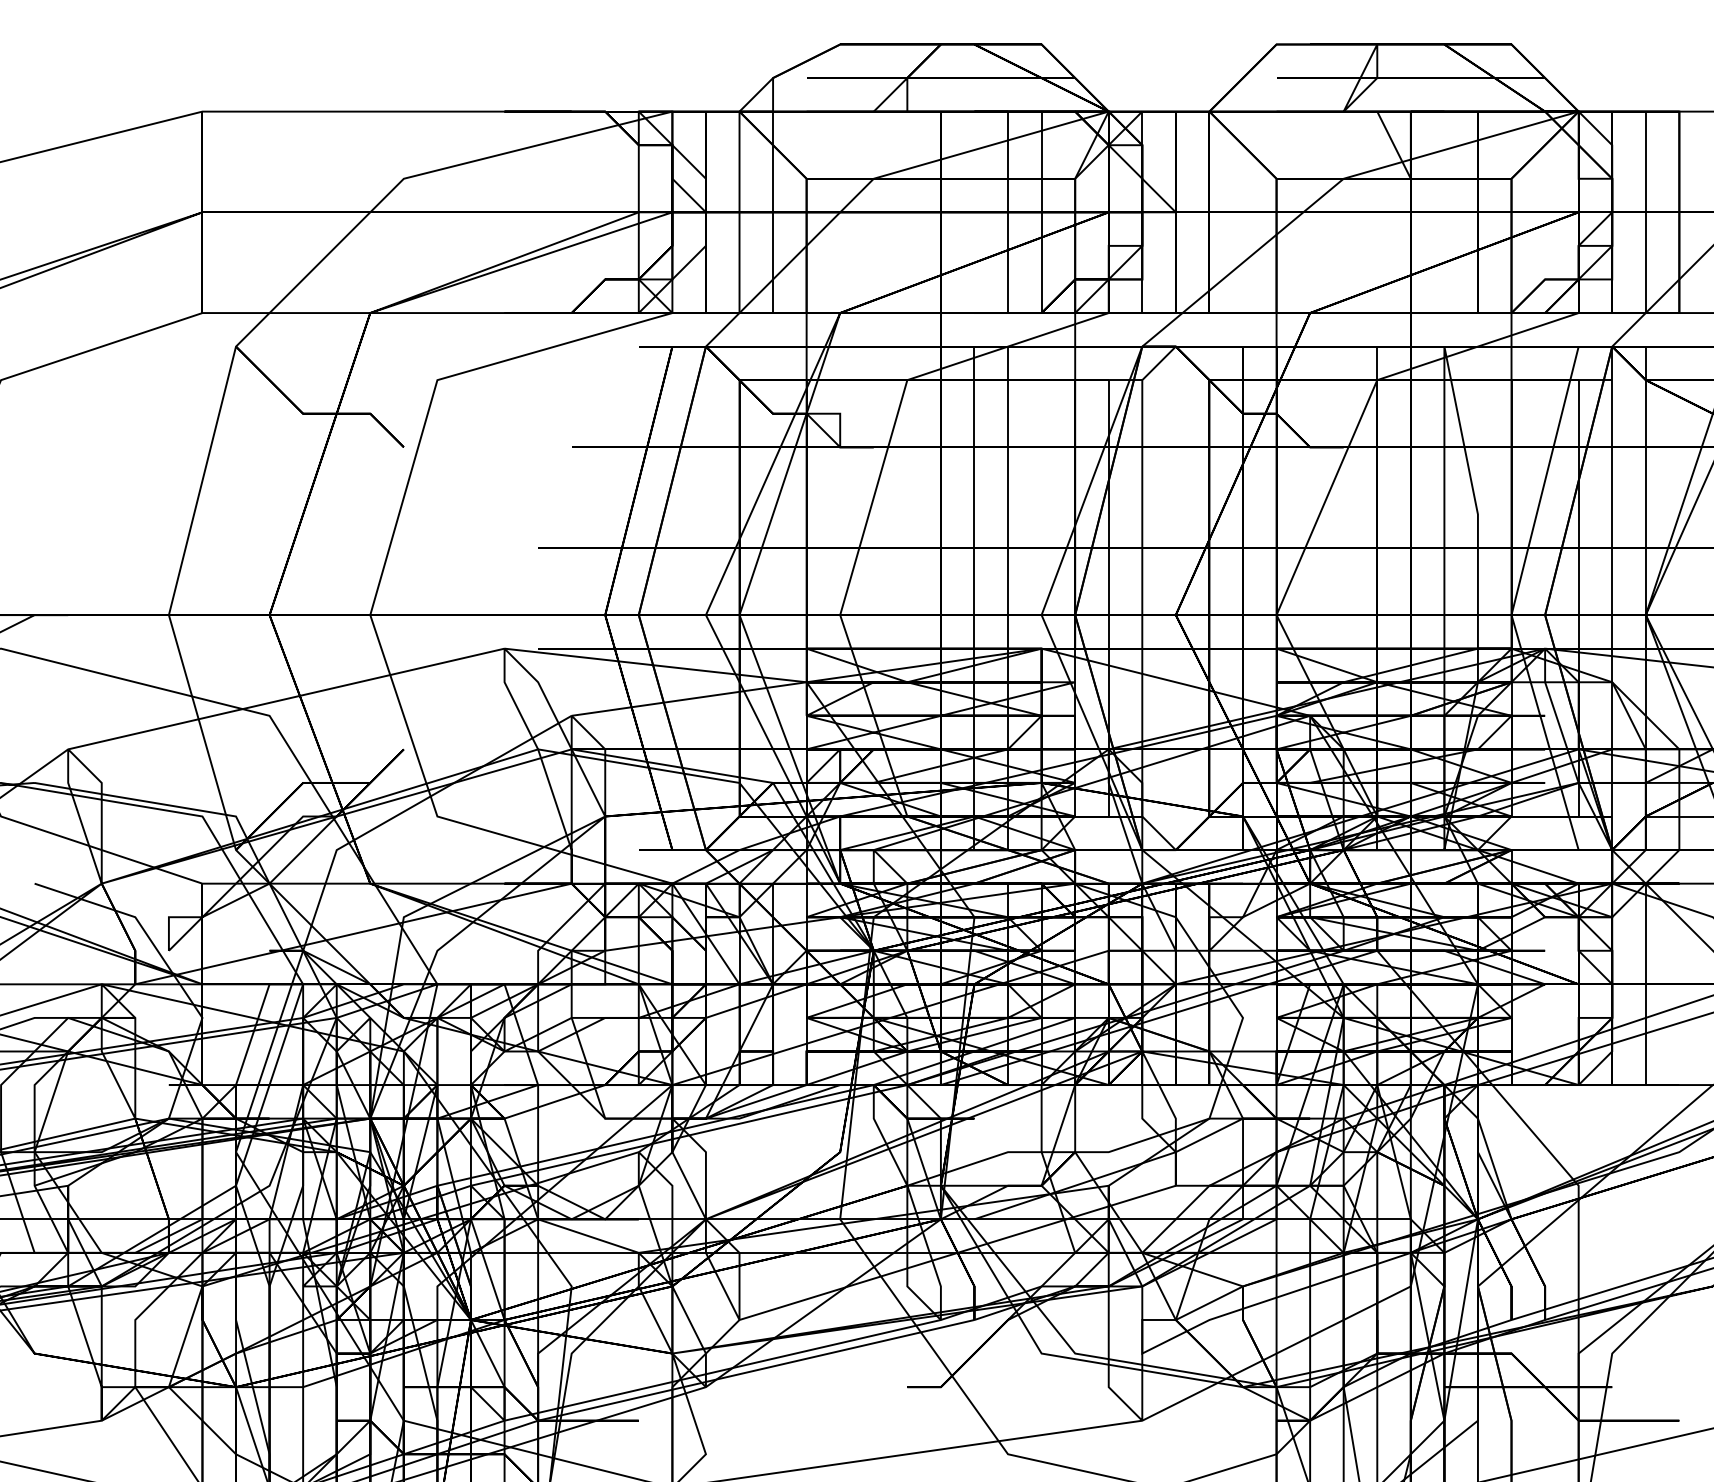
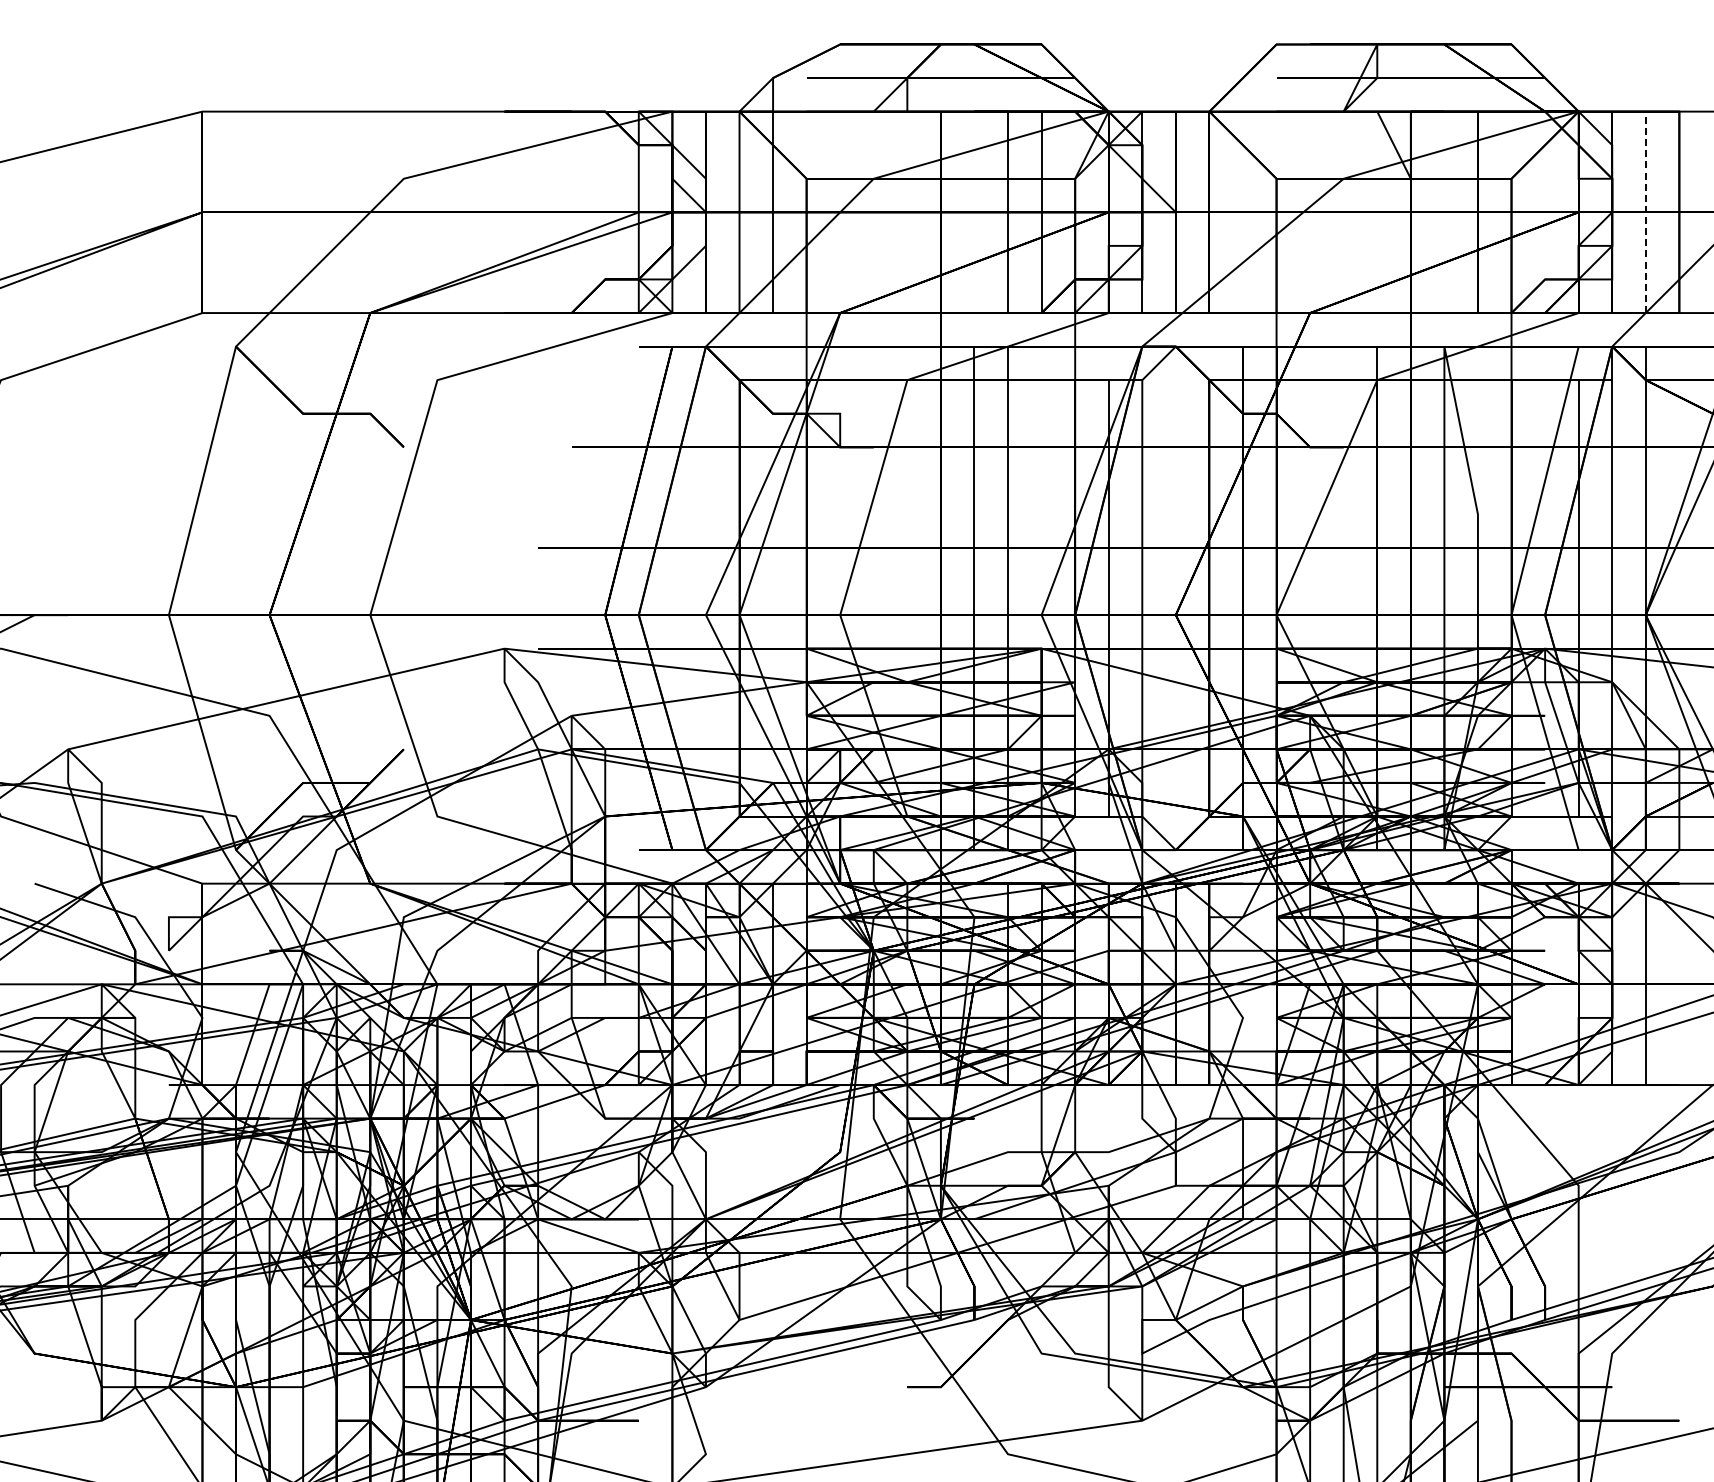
line at (1645, 212): solid -> dashed
